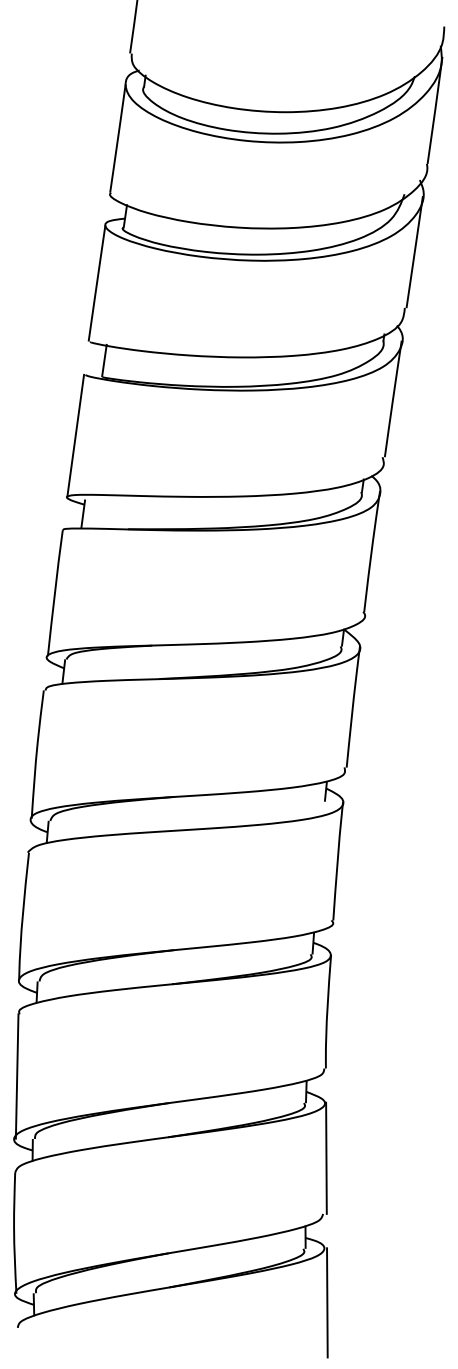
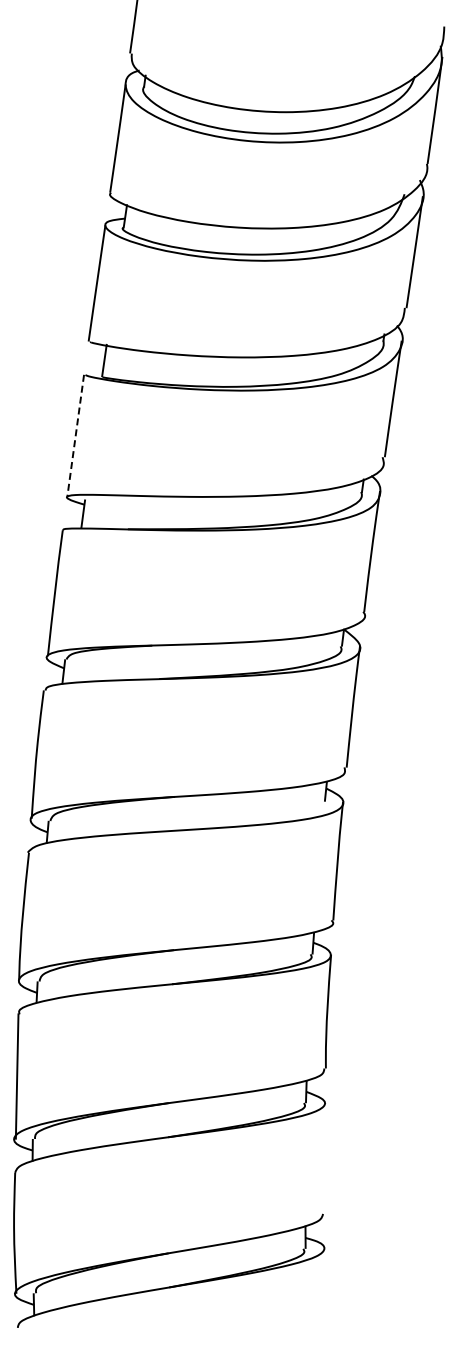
line at (75, 436): solid -> dashed
line at (326, 1157): present -> none
line at (327, 1302): present -> none
